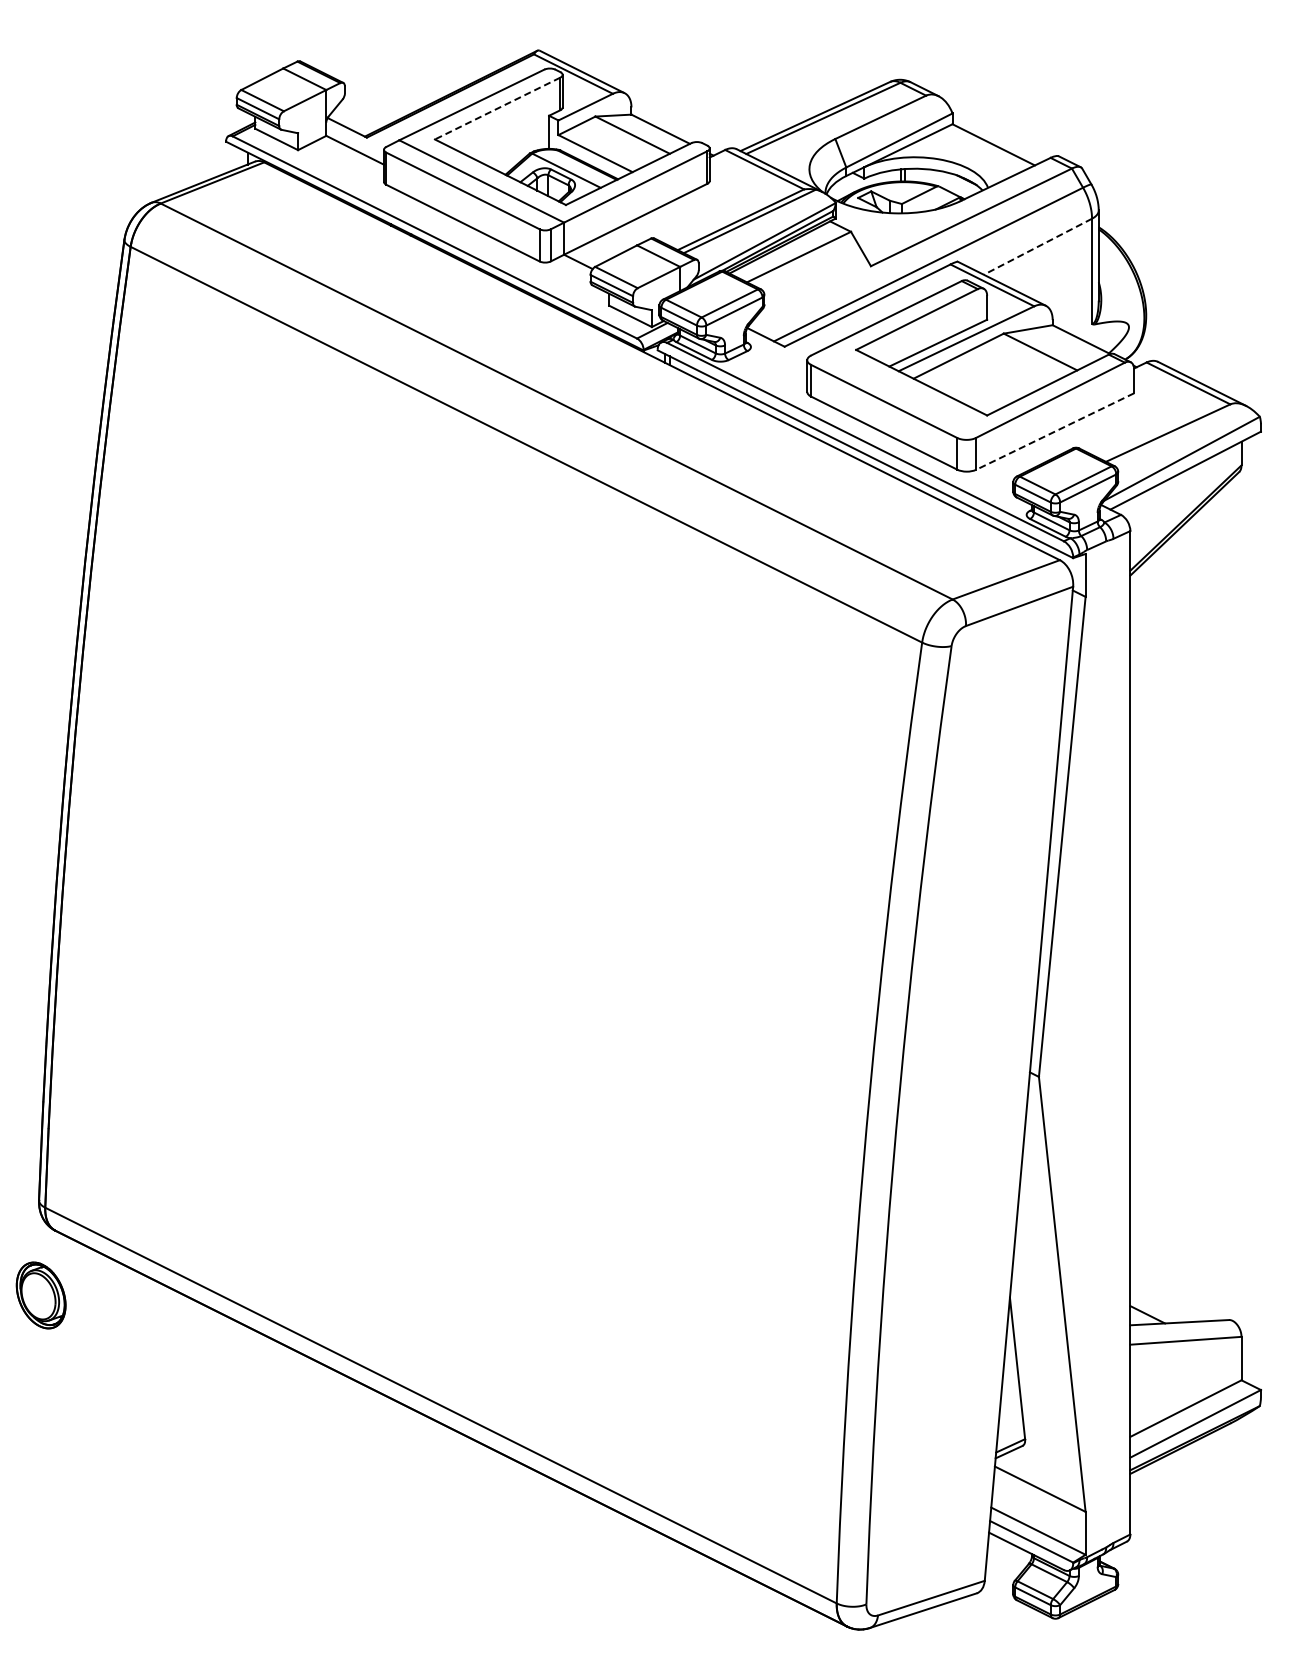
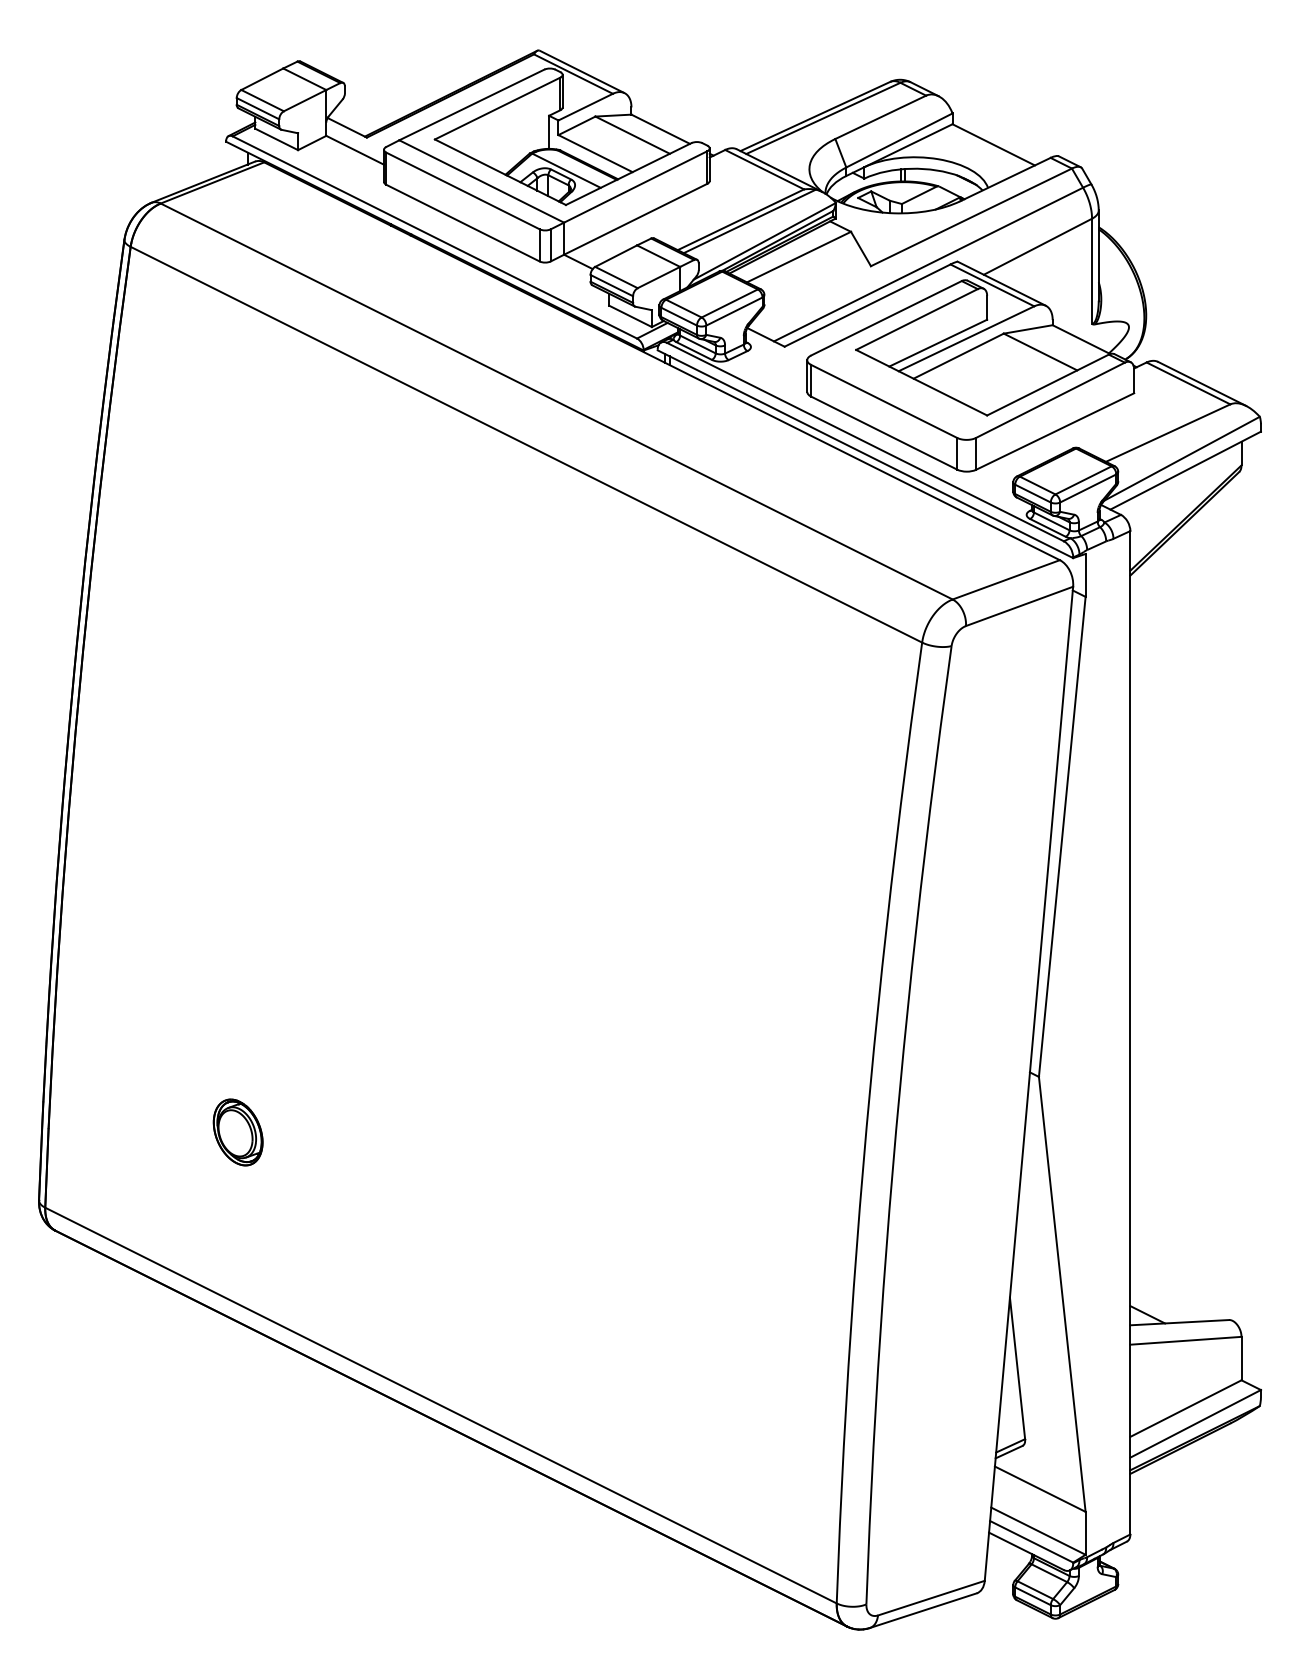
line at (497, 108): dashed -> solid
line at (1037, 246): dashed -> solid
line at (1055, 431): dashed -> solid
part at (40, 1295) position: (40, 1295) -> (237, 1132)
